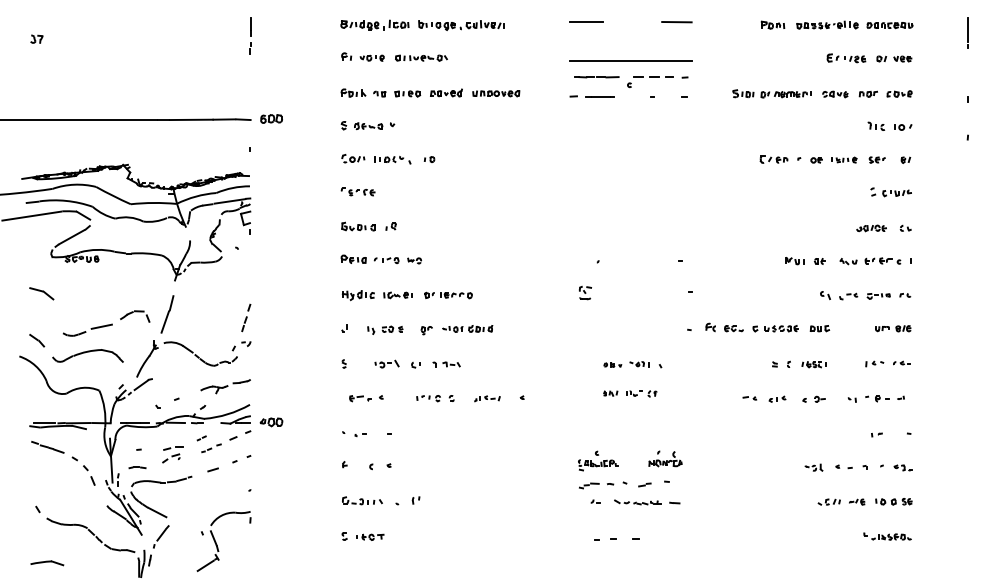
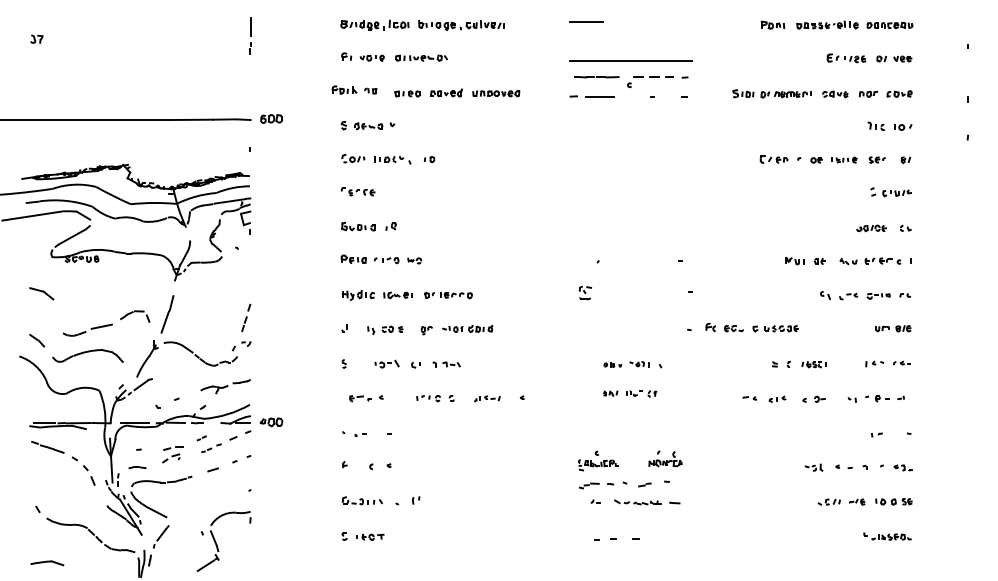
line at (676, 22): present -> none
line at (968, 29): present -> none
part at (363, 92) position: (363, 92) -> (354, 89)
part at (819, 328): present -> none
